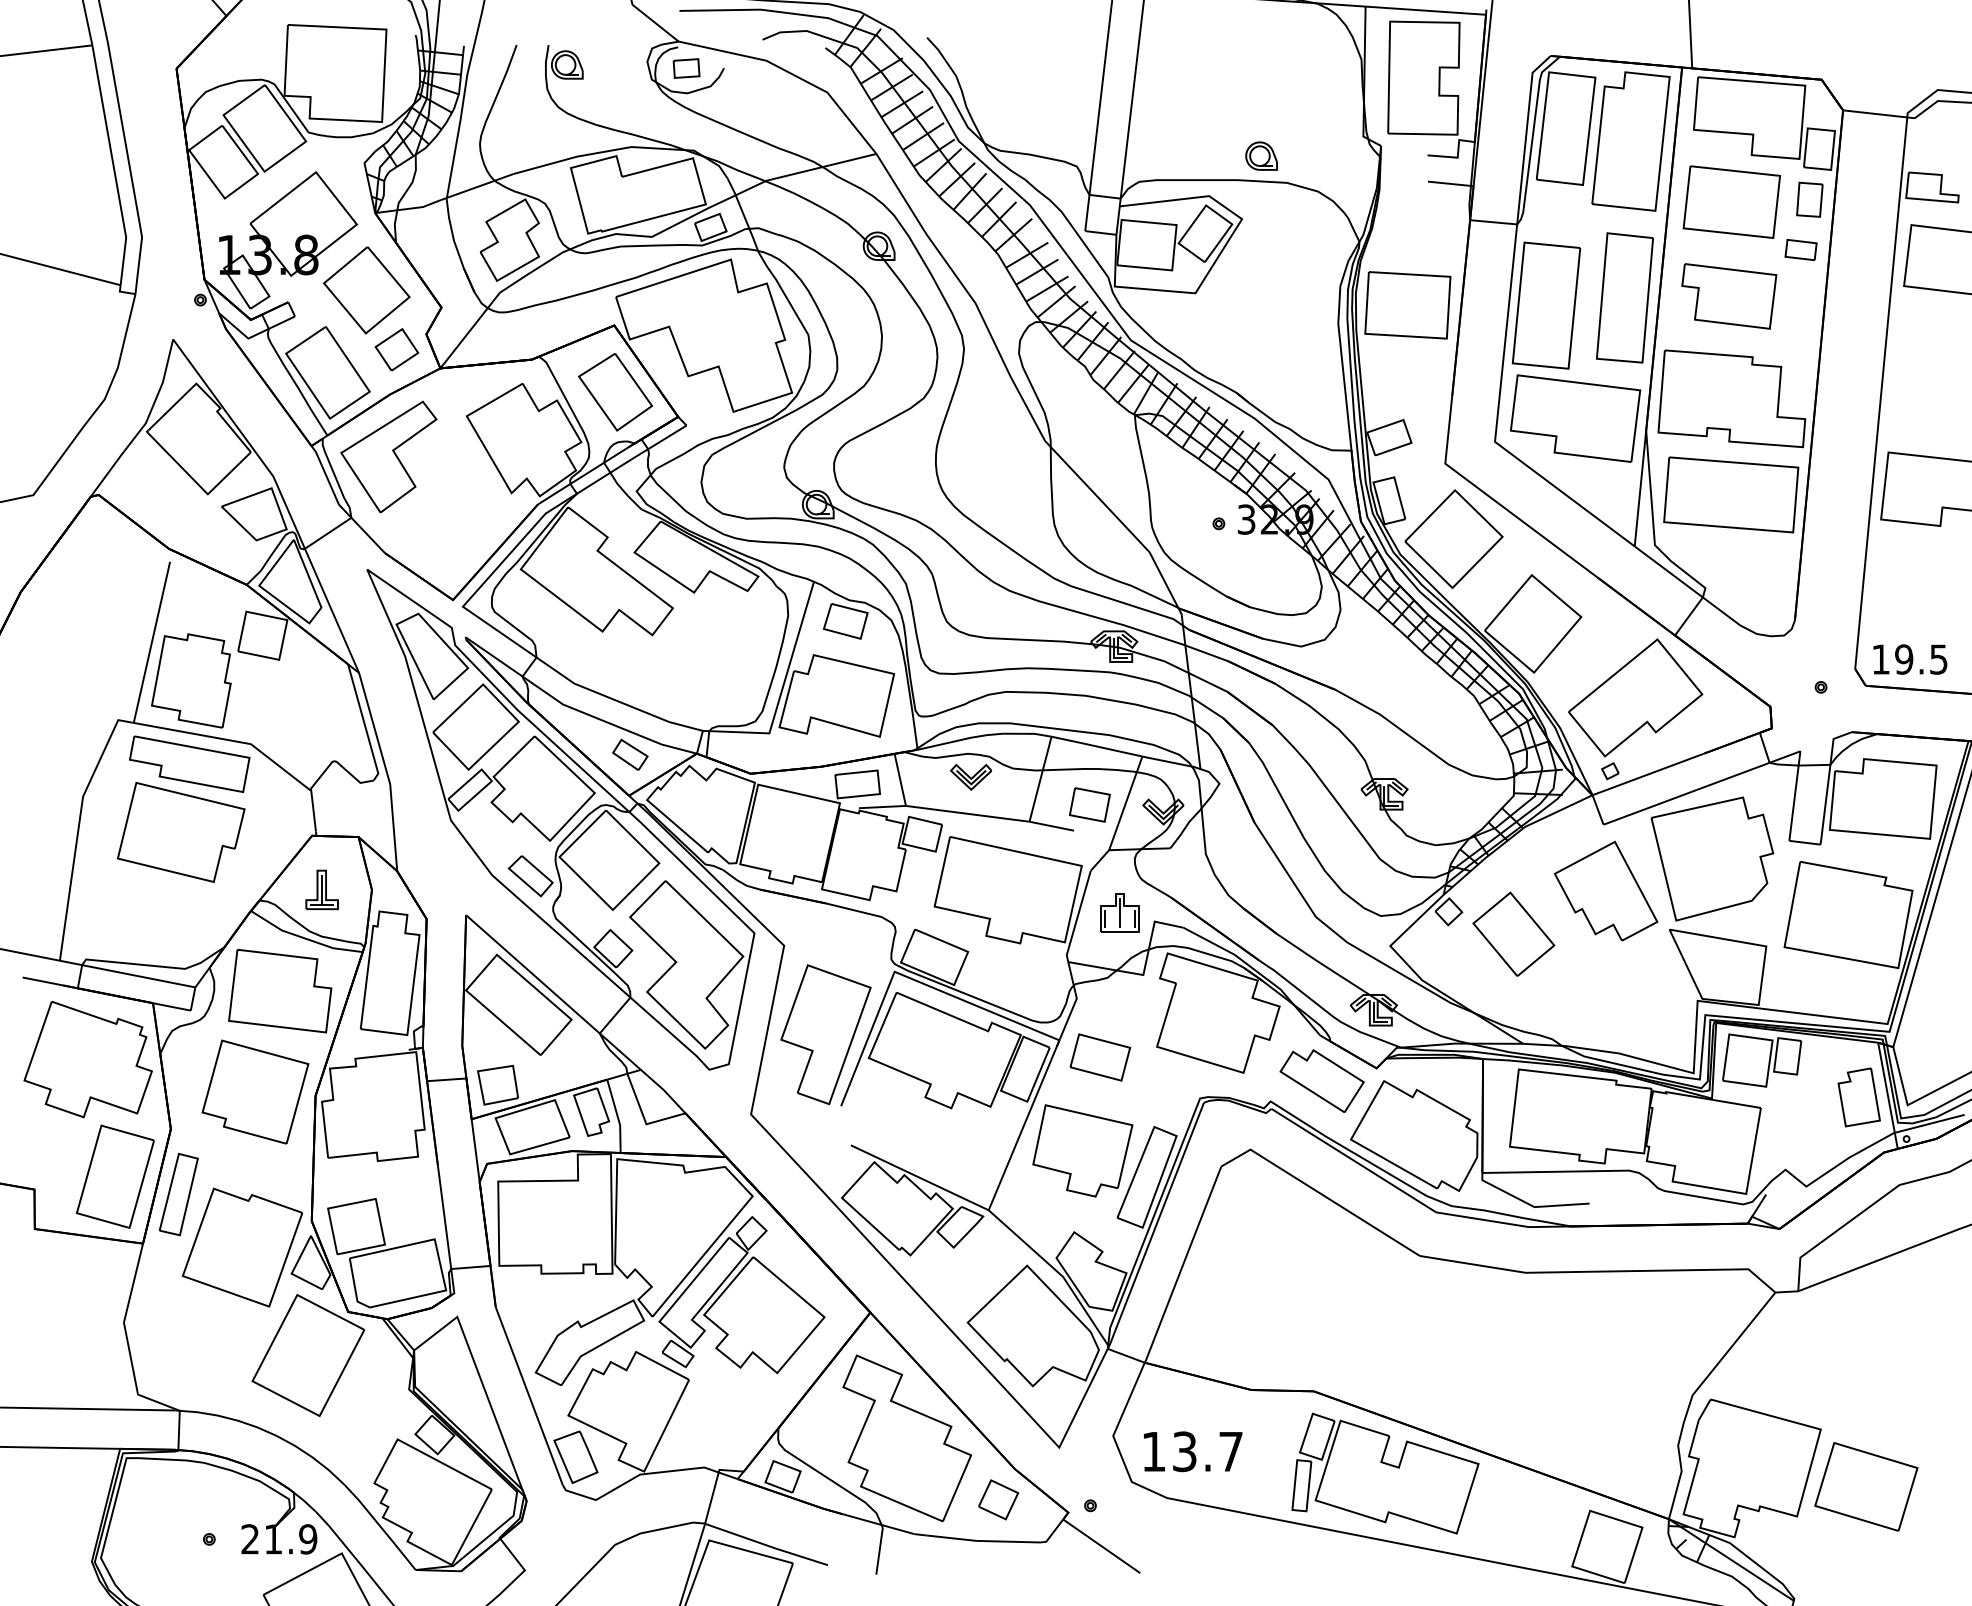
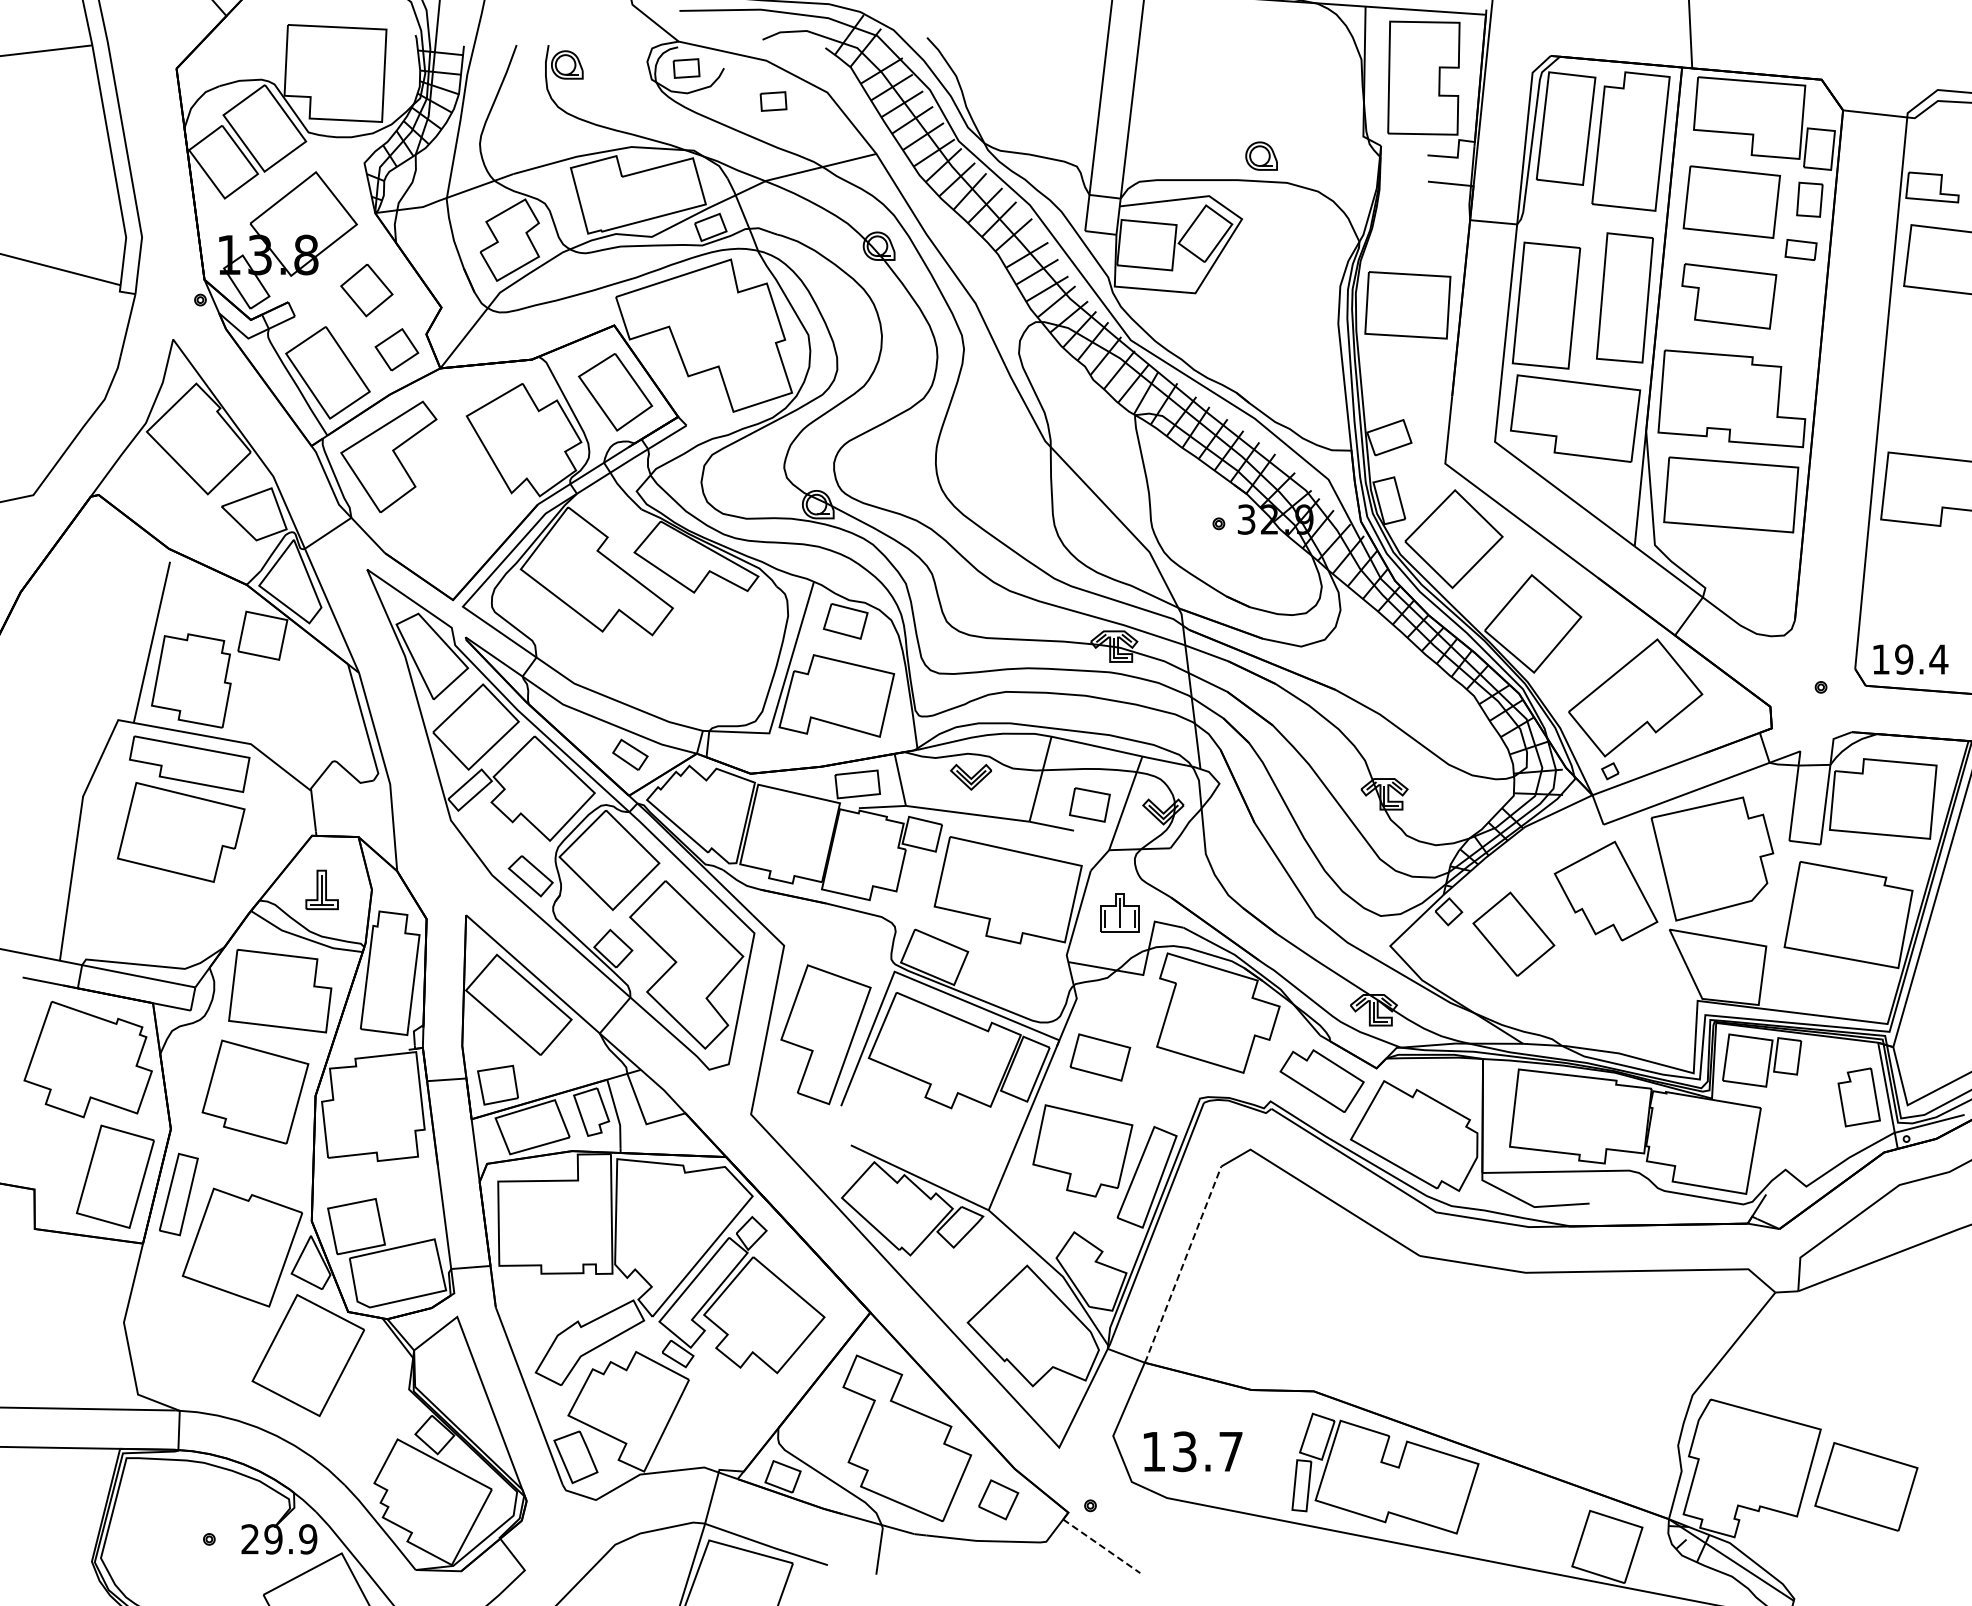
part at (773, 101): none -> present
part at (366, 290) size: 88x89 px -> 54x55 px
text at (1938, 659): 19.5 -> 19.4
line at (1182, 1265): solid -> dashed
text at (273, 1539): 21.9 -> 29.9
line at (1101, 1546): solid -> dashed
